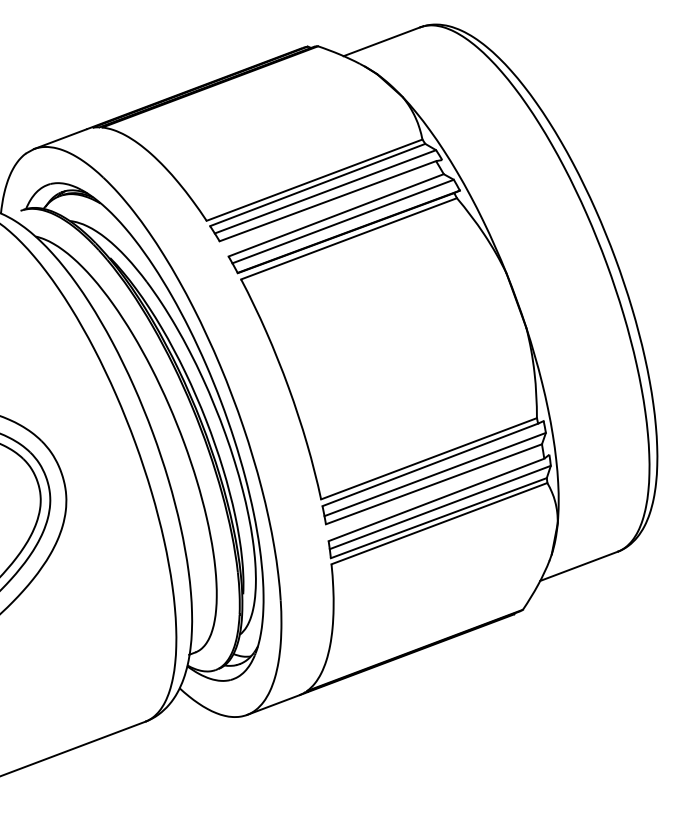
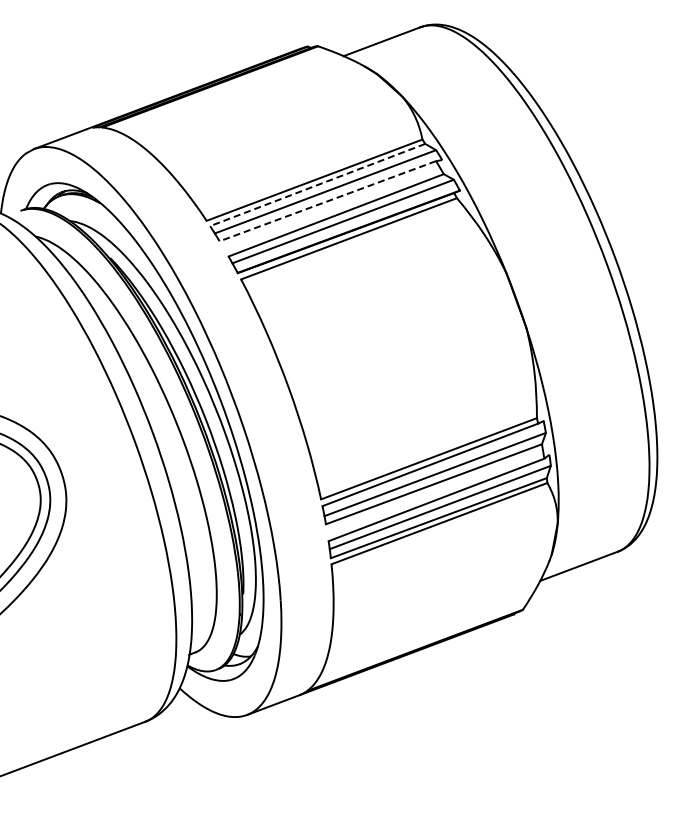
line at (317, 185): solid -> dashed
line at (327, 201): solid -> dashed
